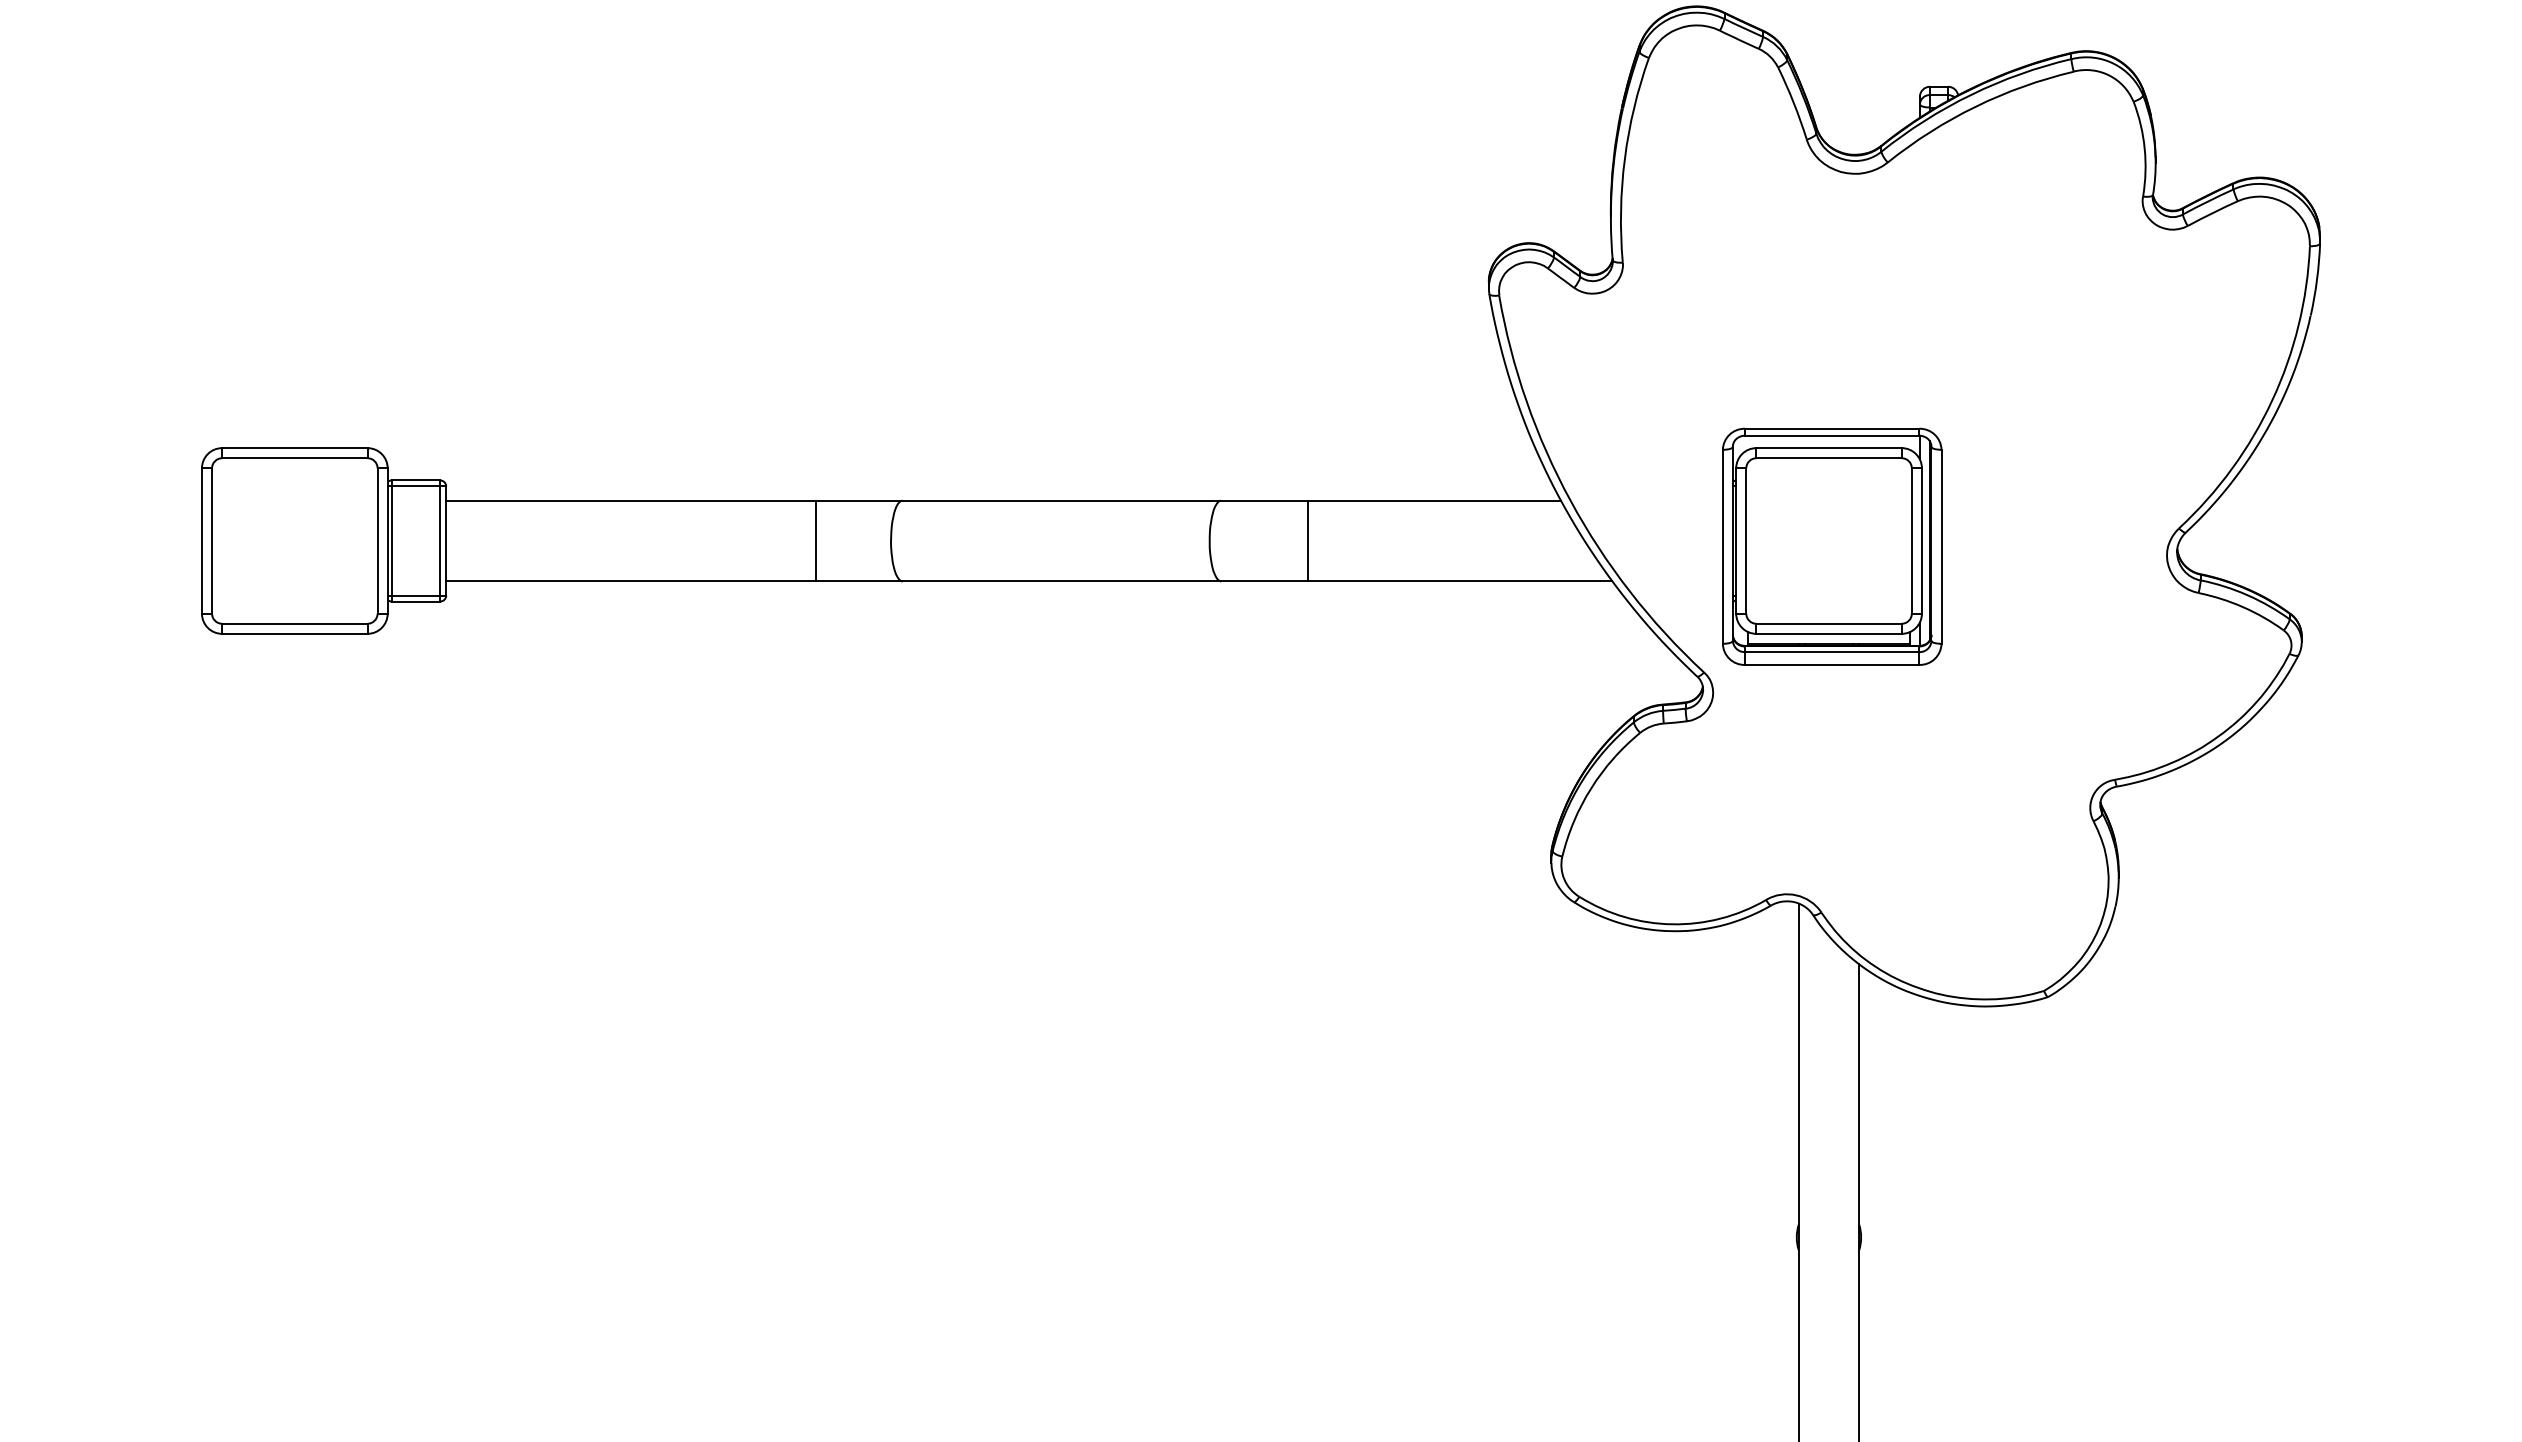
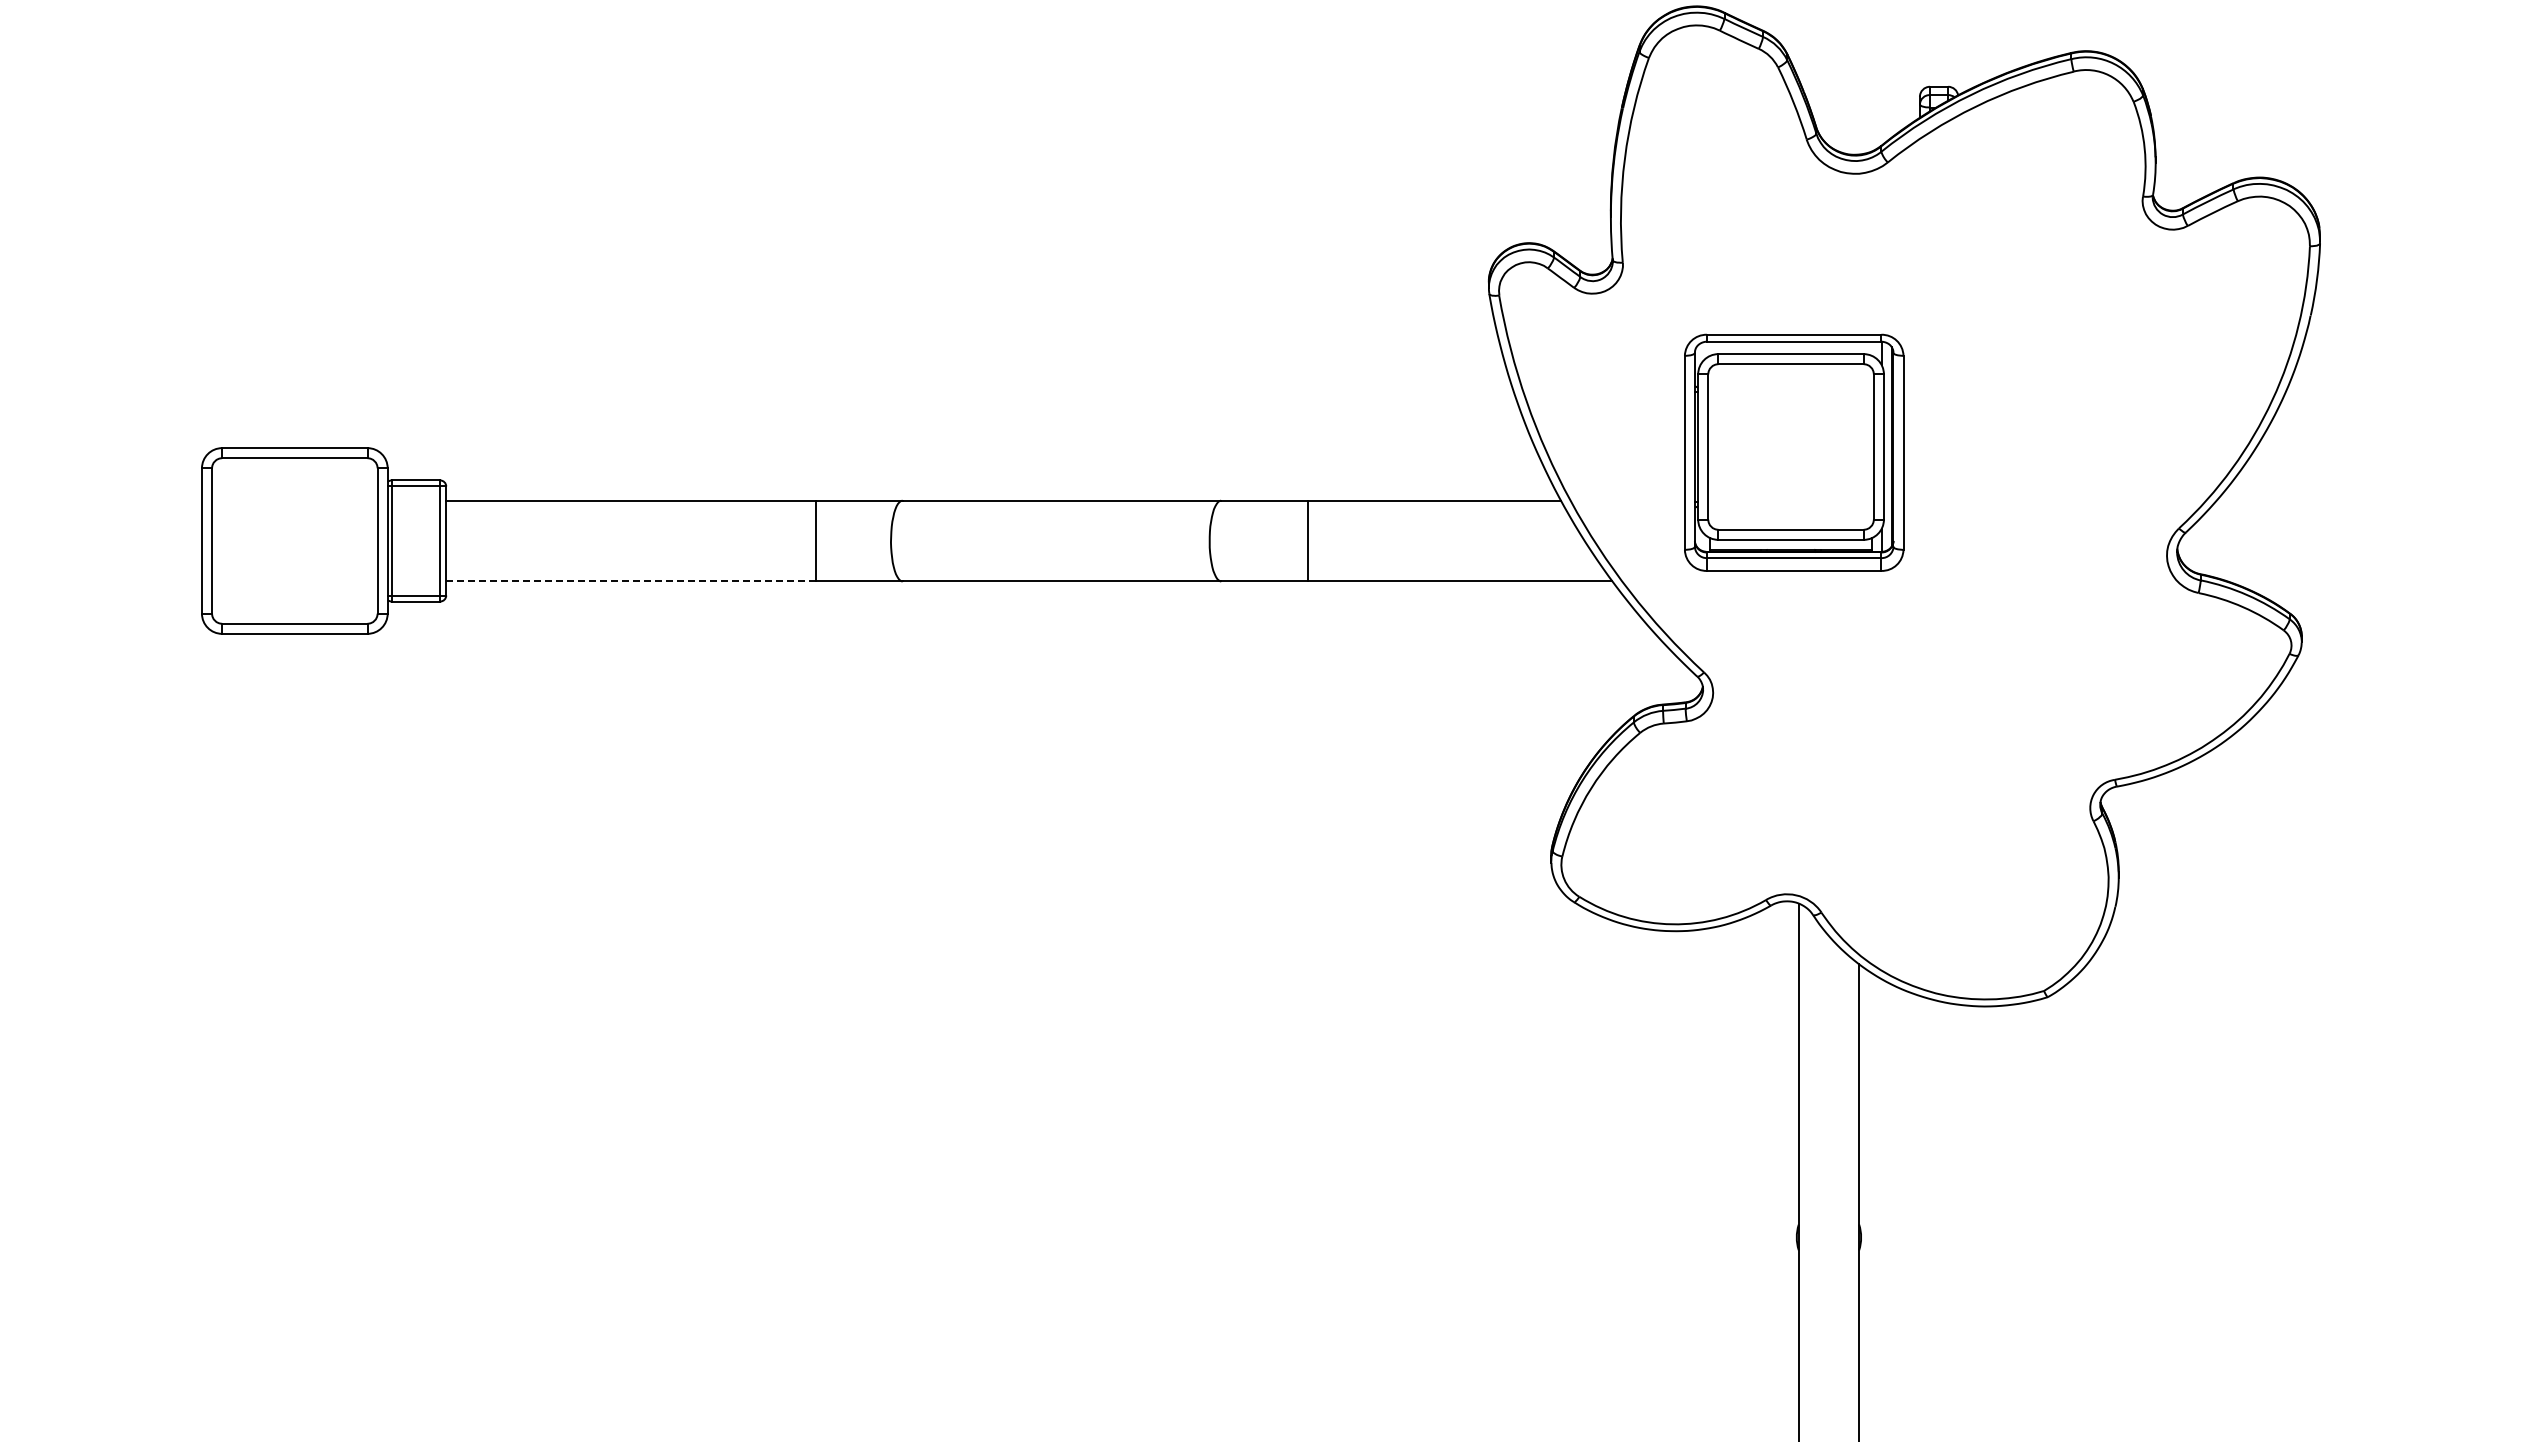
part at (1832, 546) position: (1832, 546) -> (1794, 452)
line at (630, 581): solid -> dashed
